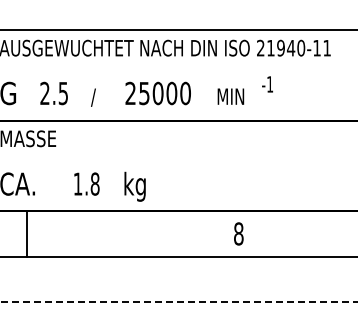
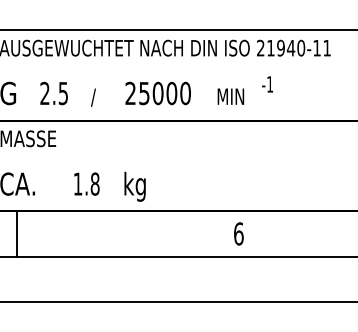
line at (27, 233) position: (27, 233) -> (17, 233)
text at (238, 233): 8 -> 6
line at (179, 301): dashed -> solid
